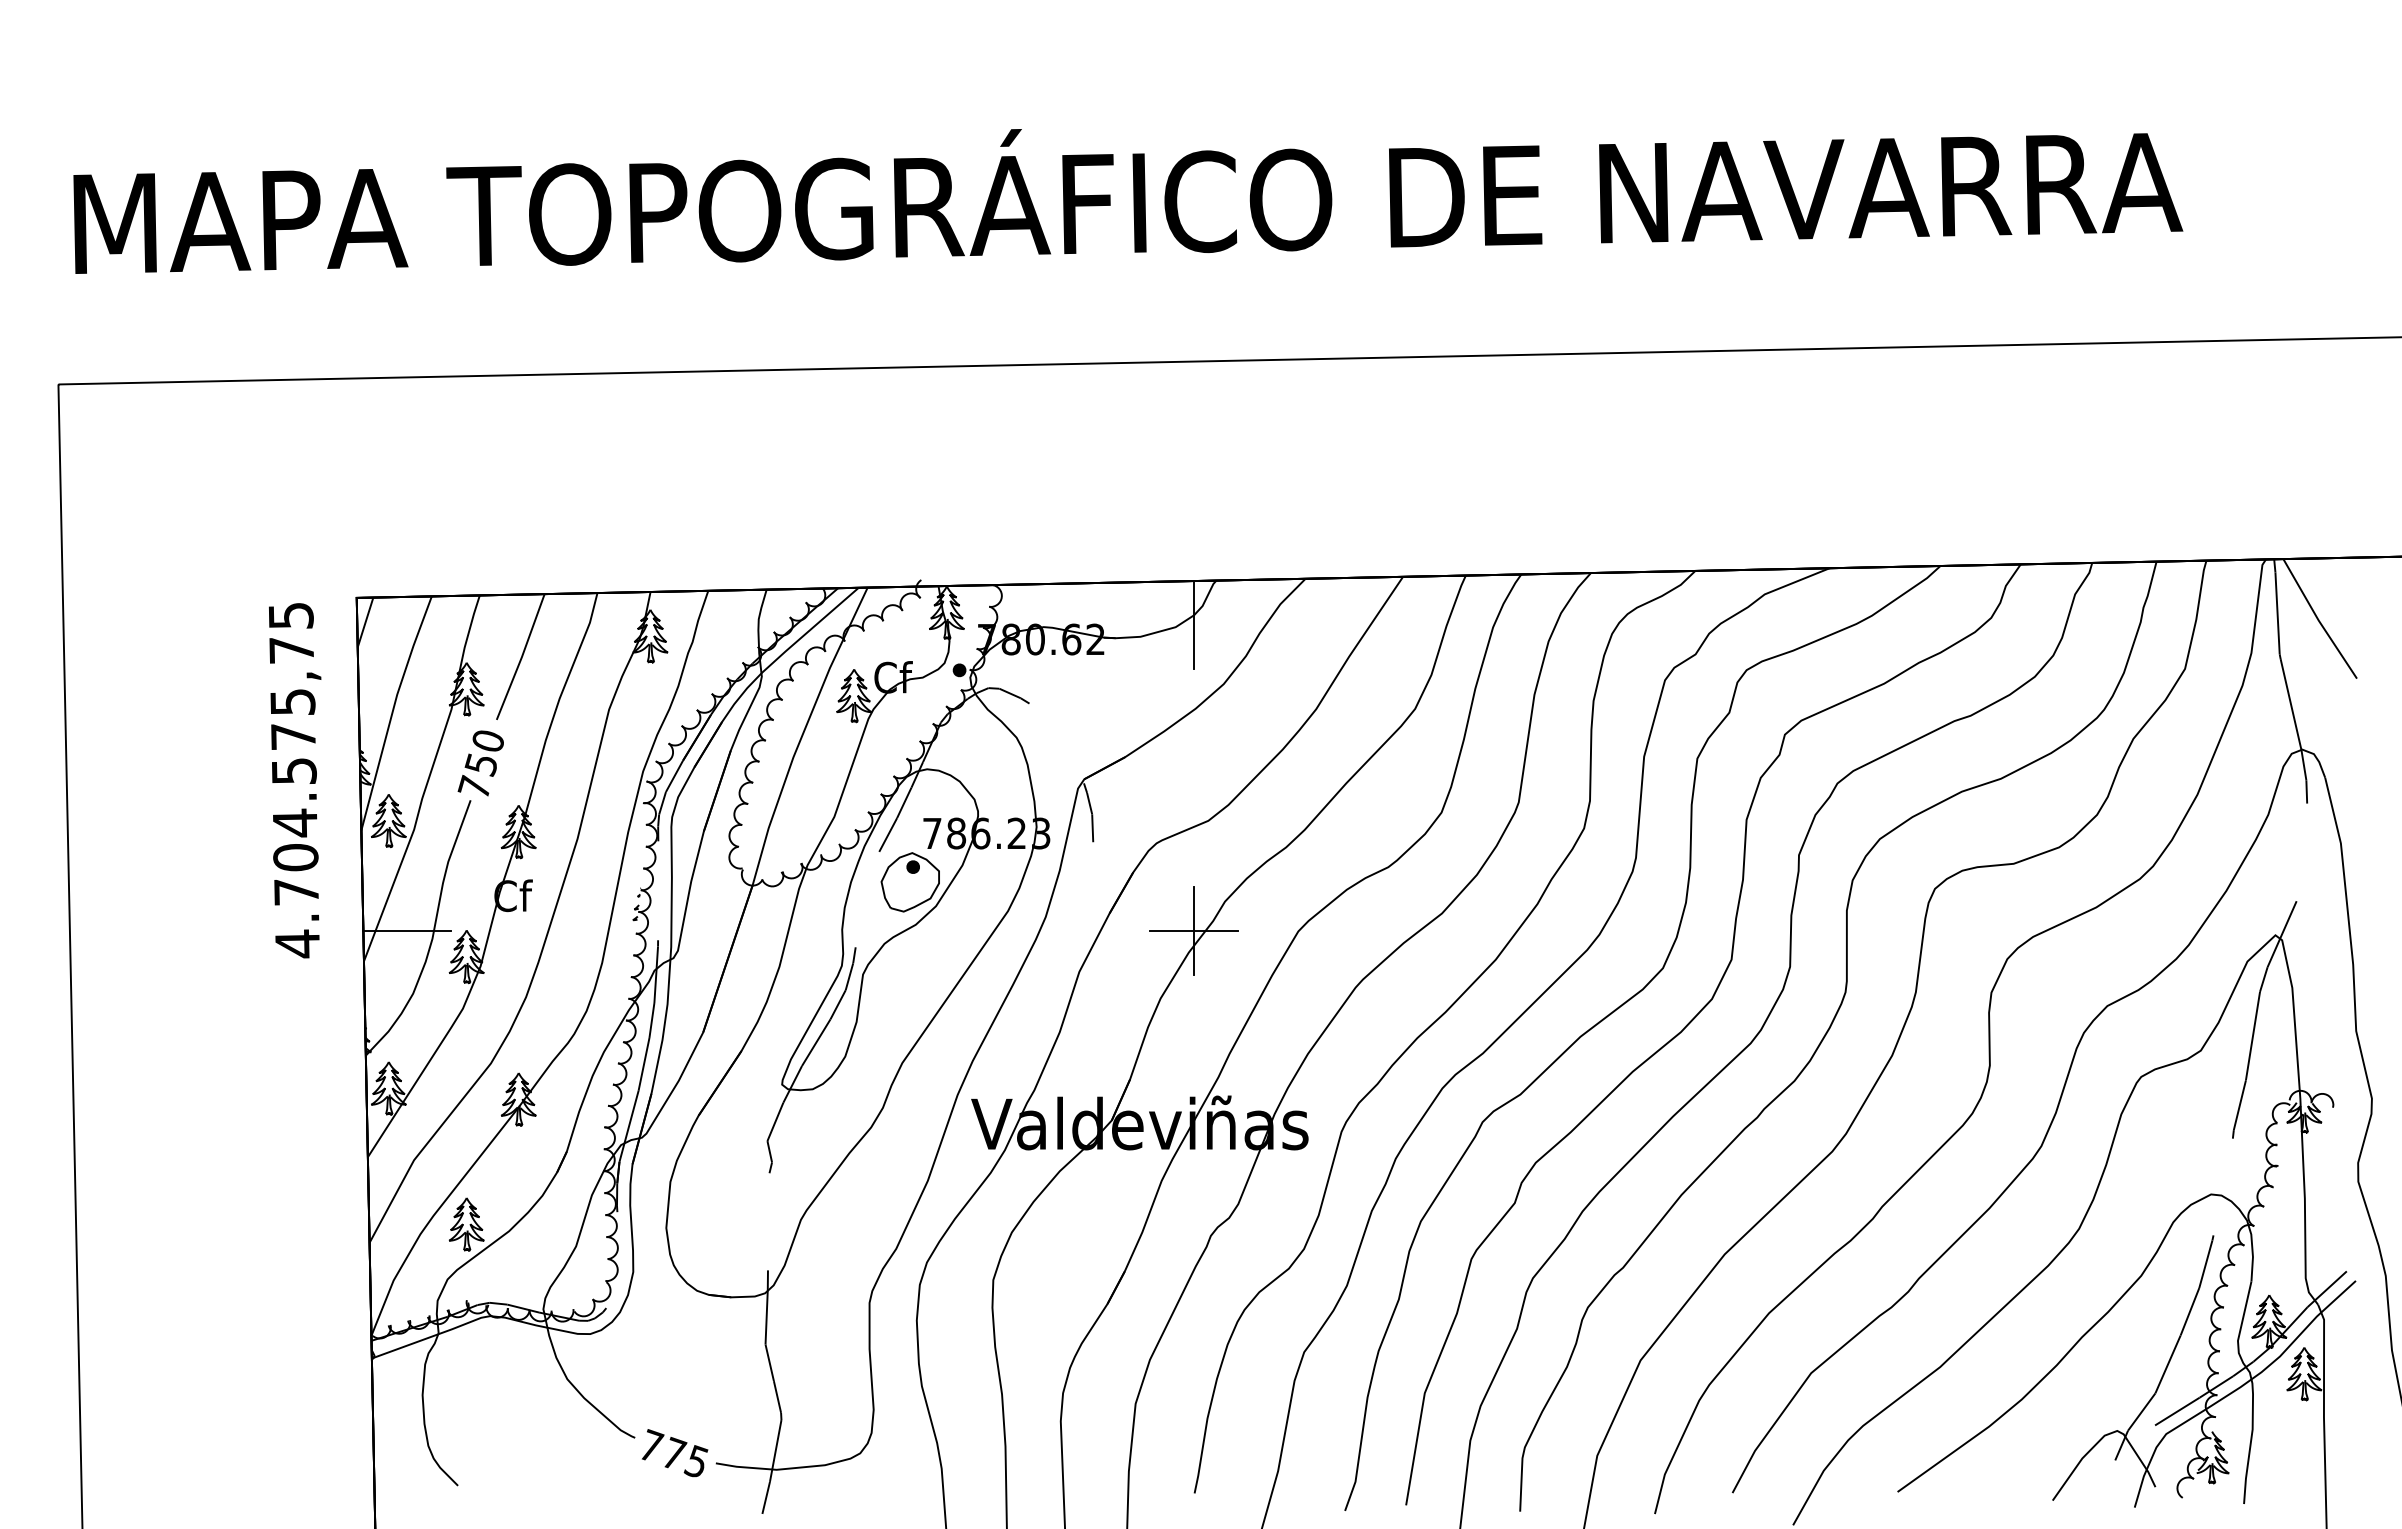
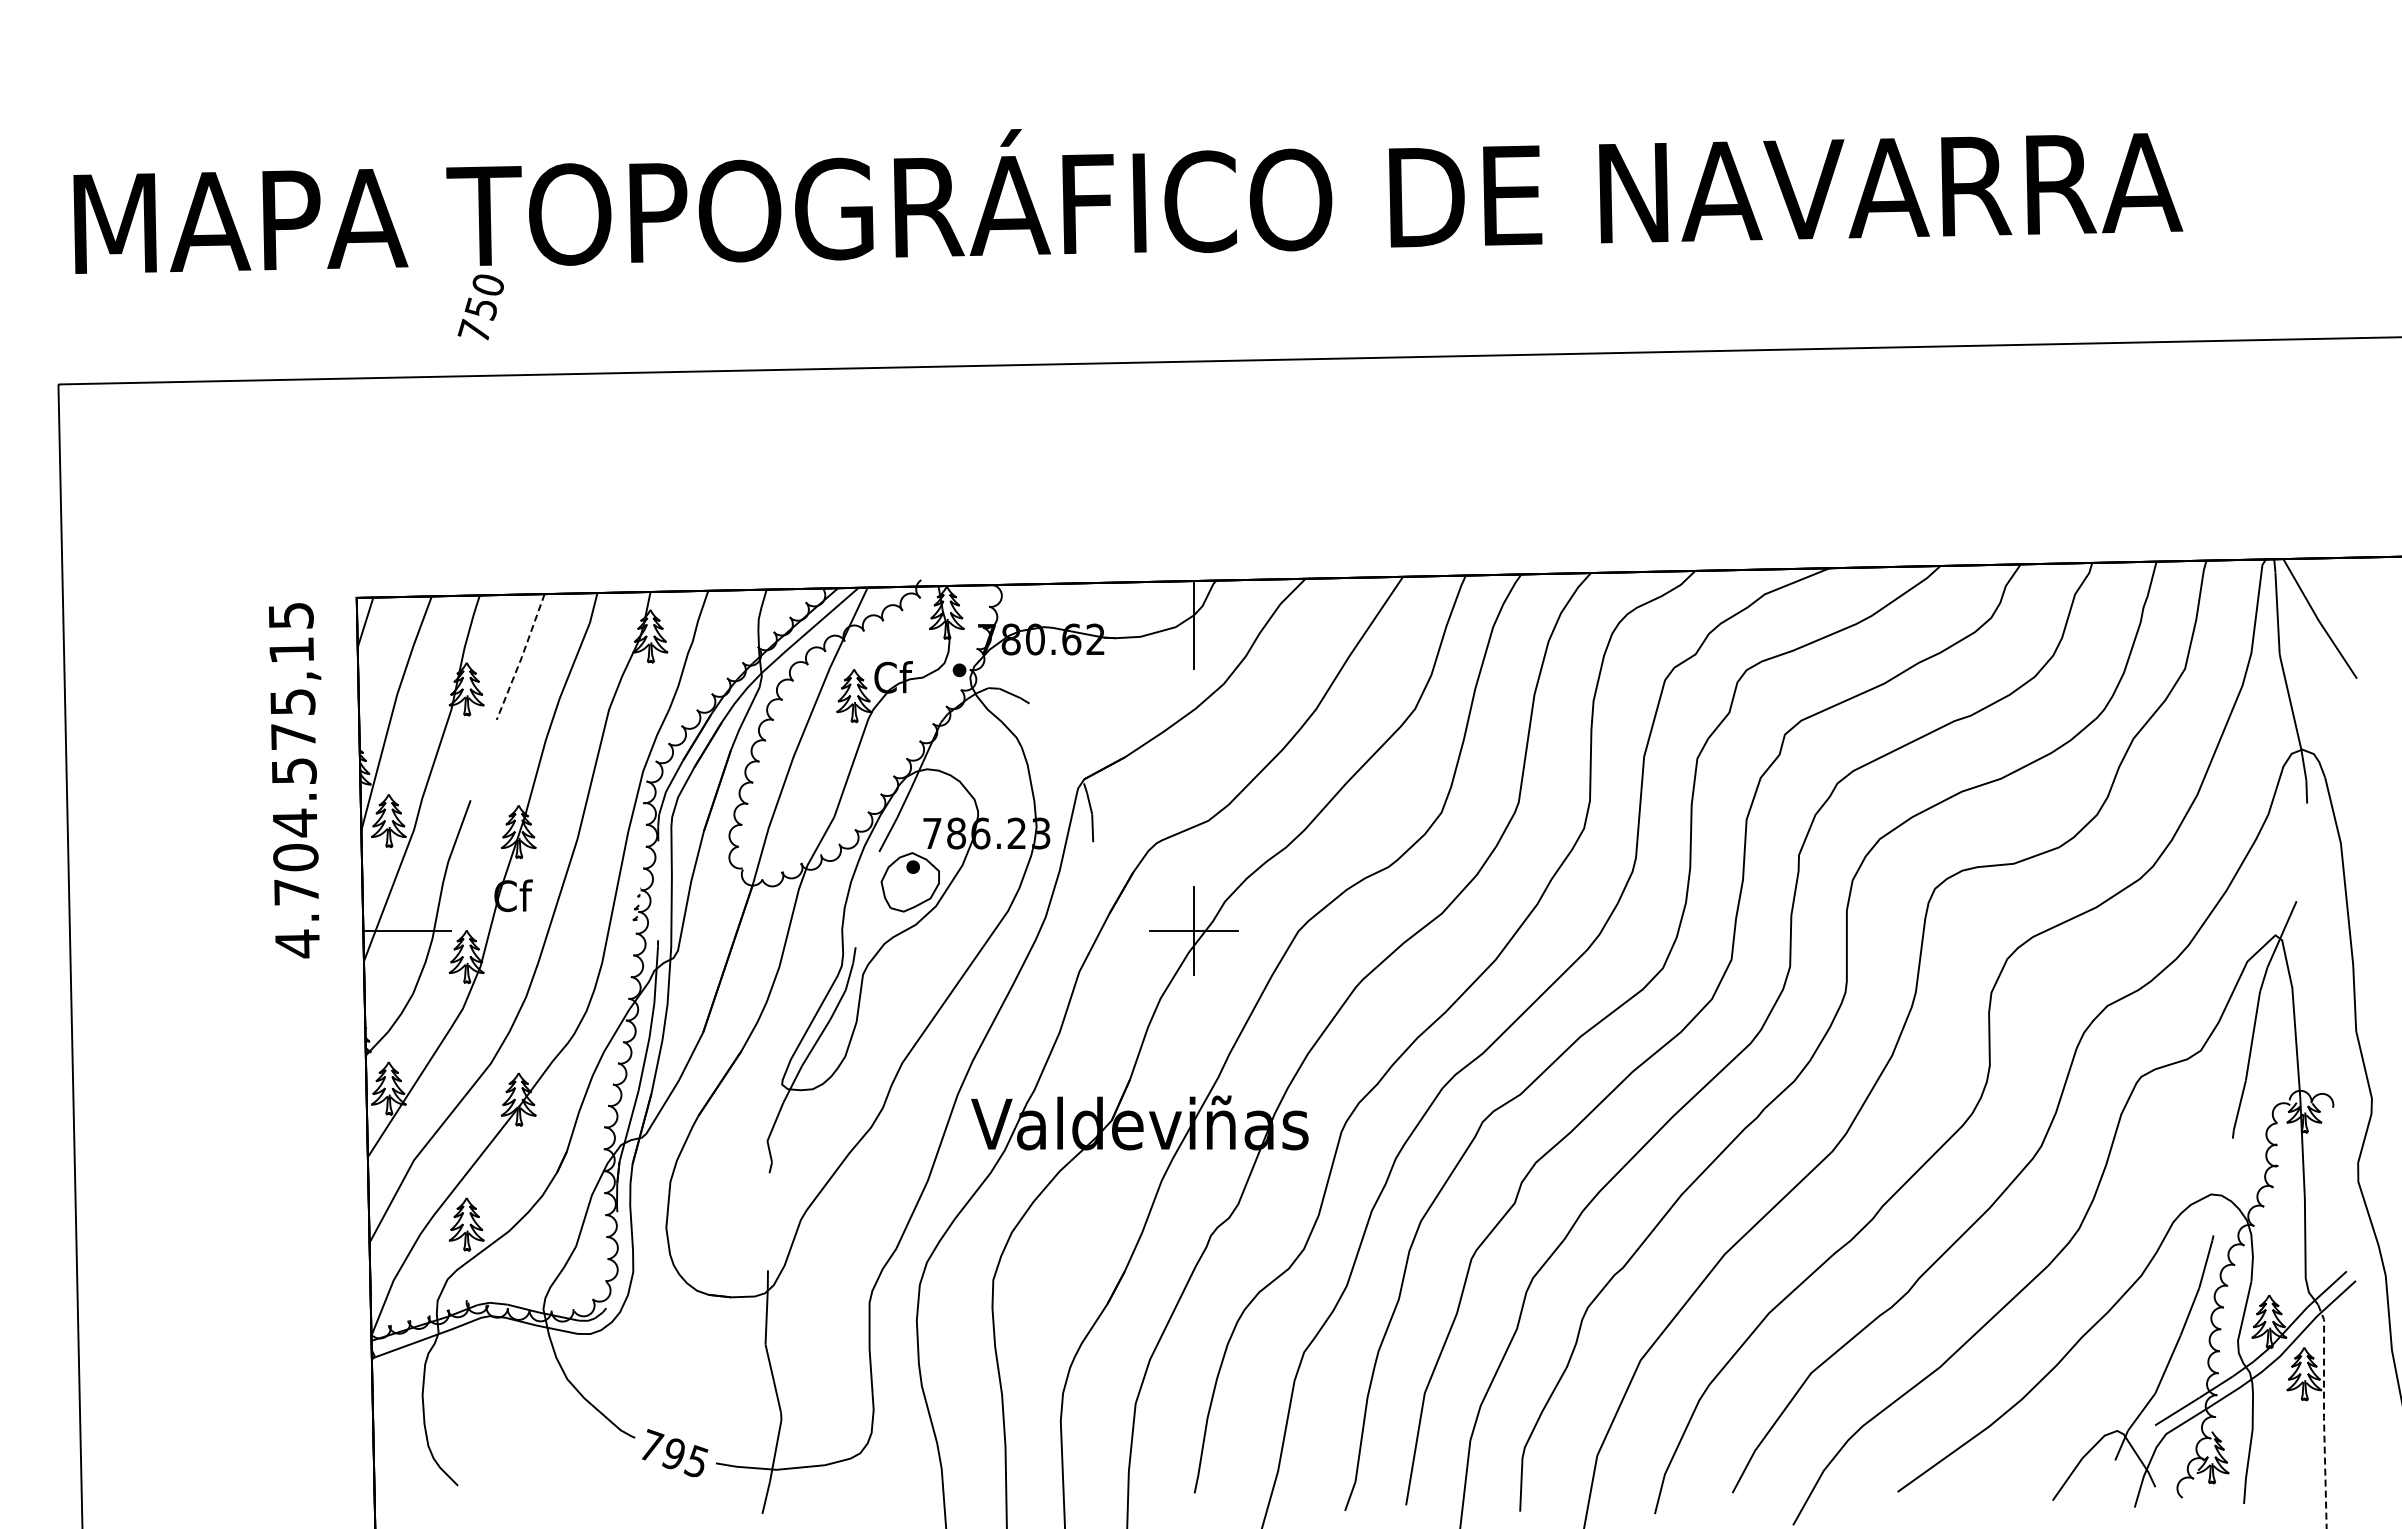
text at (291, 650): 4.704.575,75 -> 4.704.575,15
line at (521, 657): solid -> dashed
text at (480, 763) position: (480, 763) -> (480, 307)
line at (2323, 1416): solid -> dashed
text at (674, 1453): 775 -> 795
